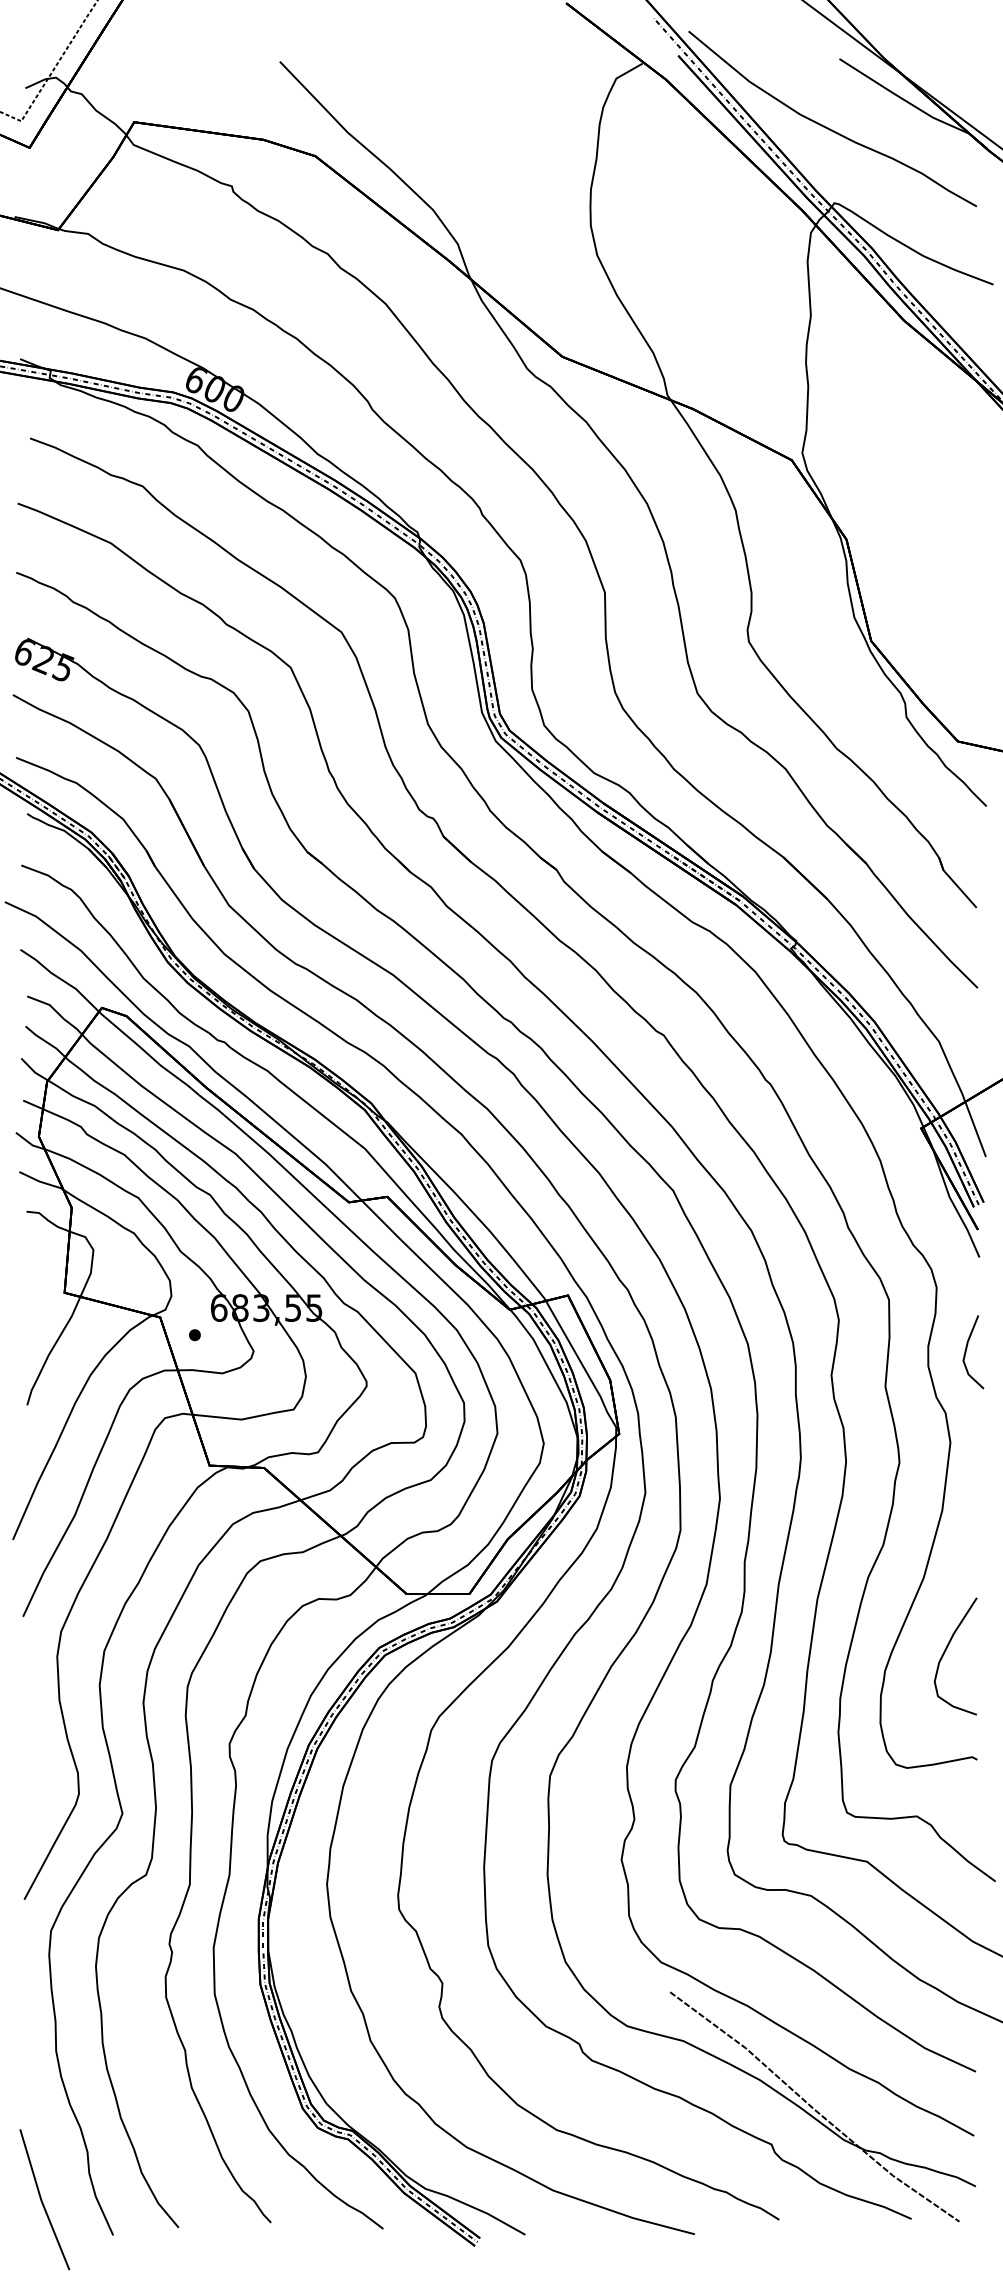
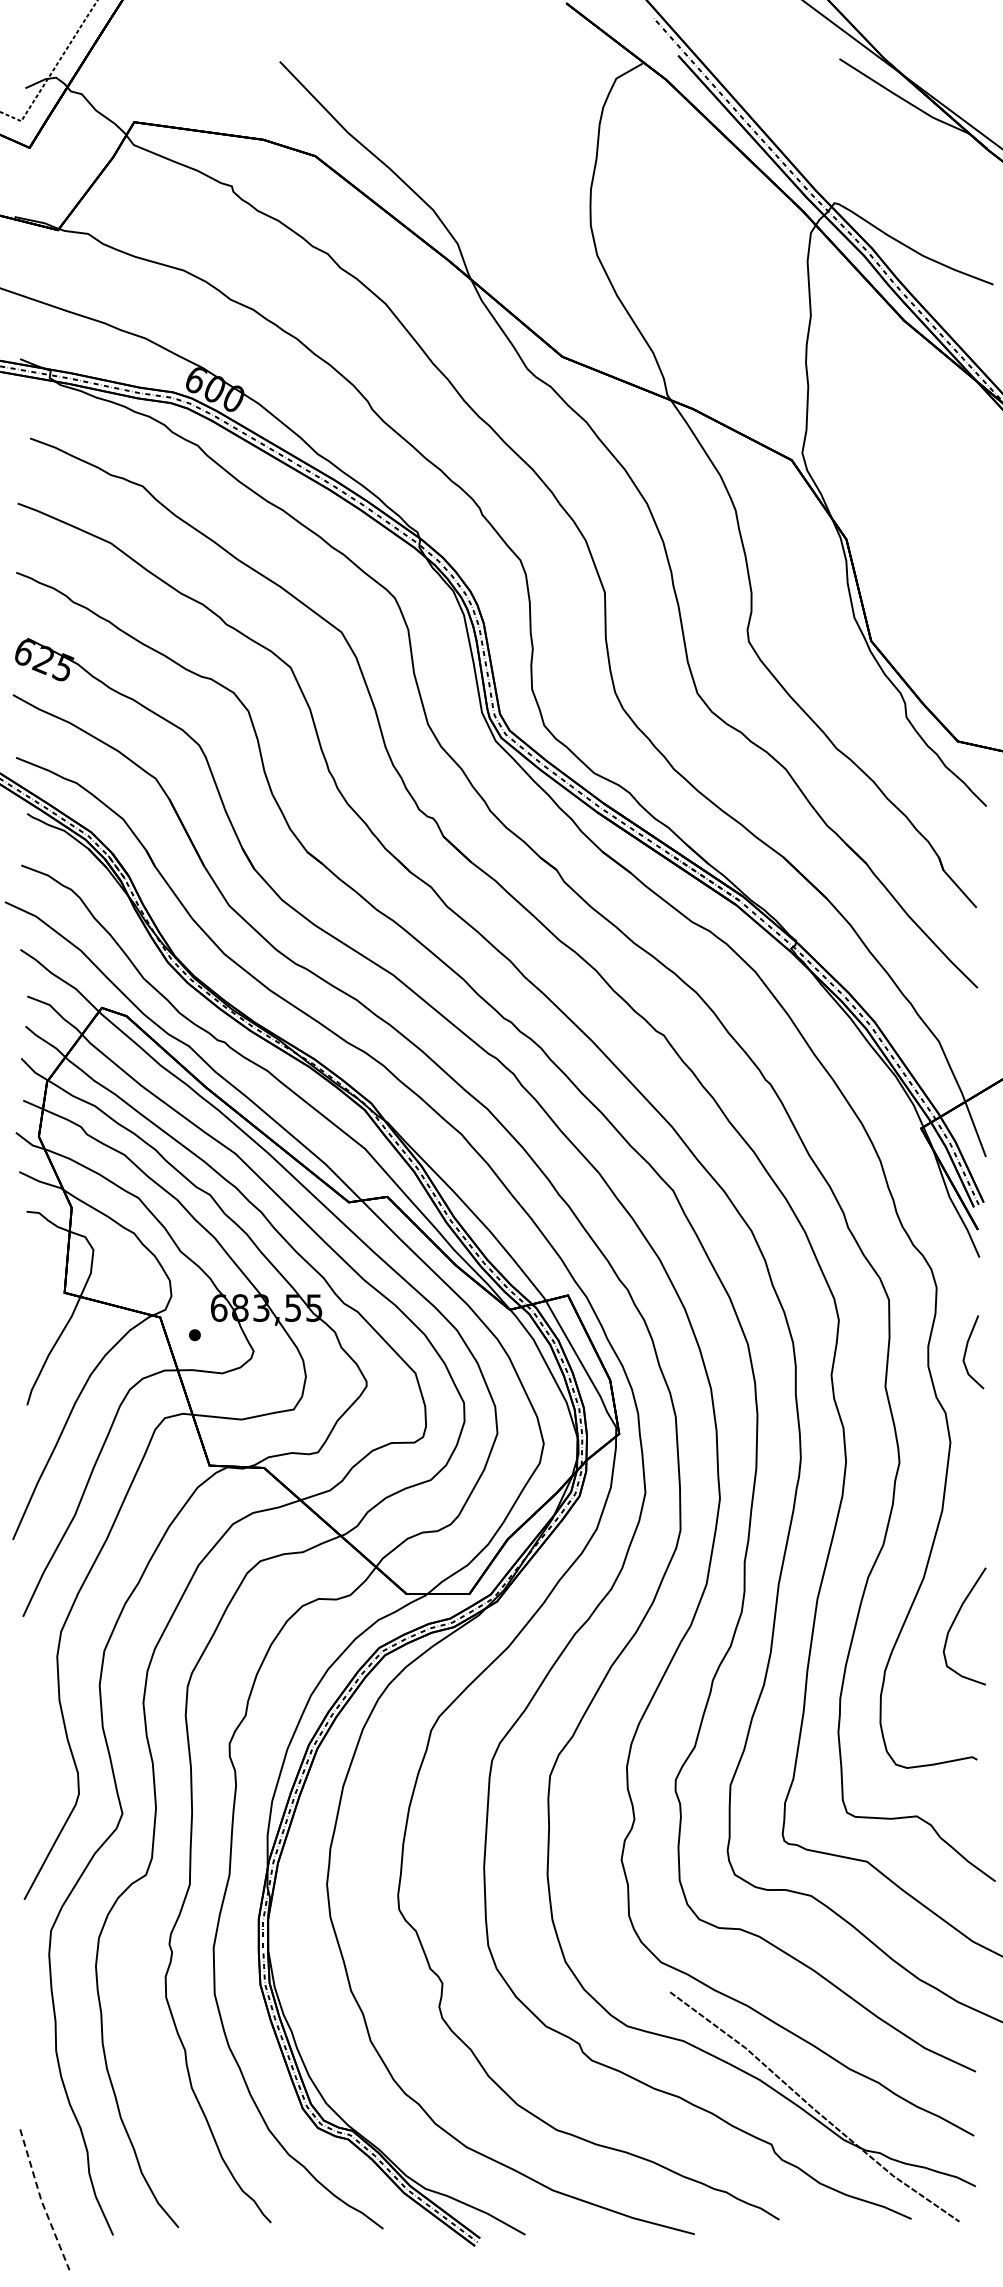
curve at (828, 127): present -> none
curve at (945, 1652) position: (945, 1652) -> (954, 1622)
line at (41, 2200): solid -> dashed
